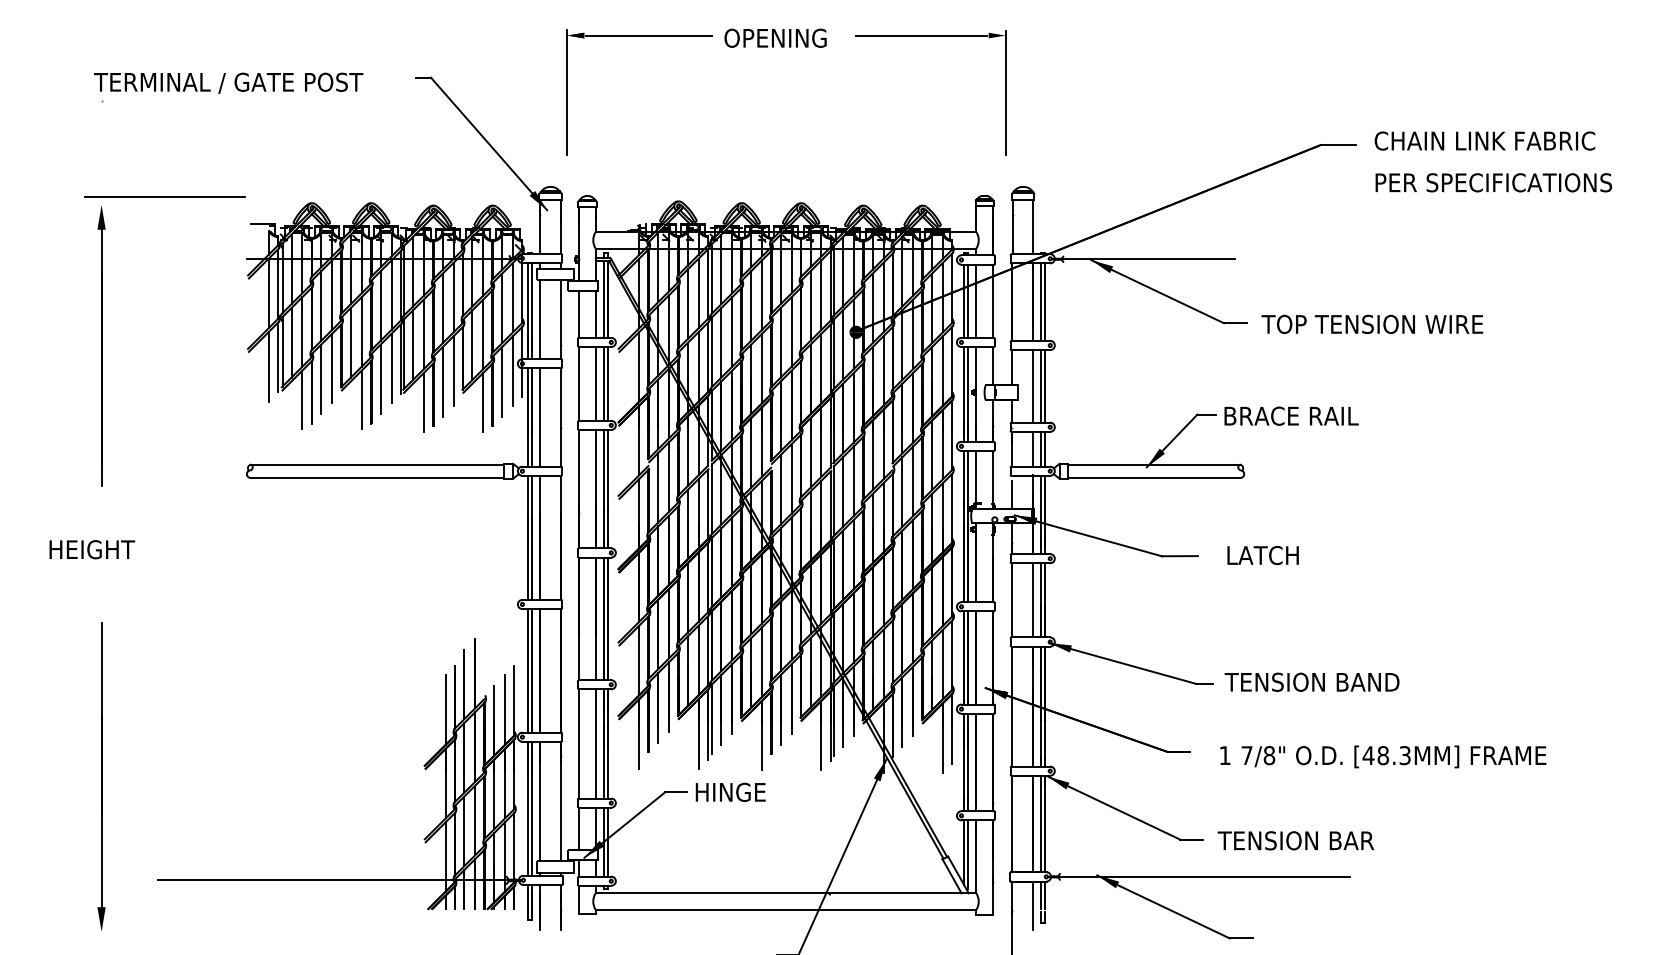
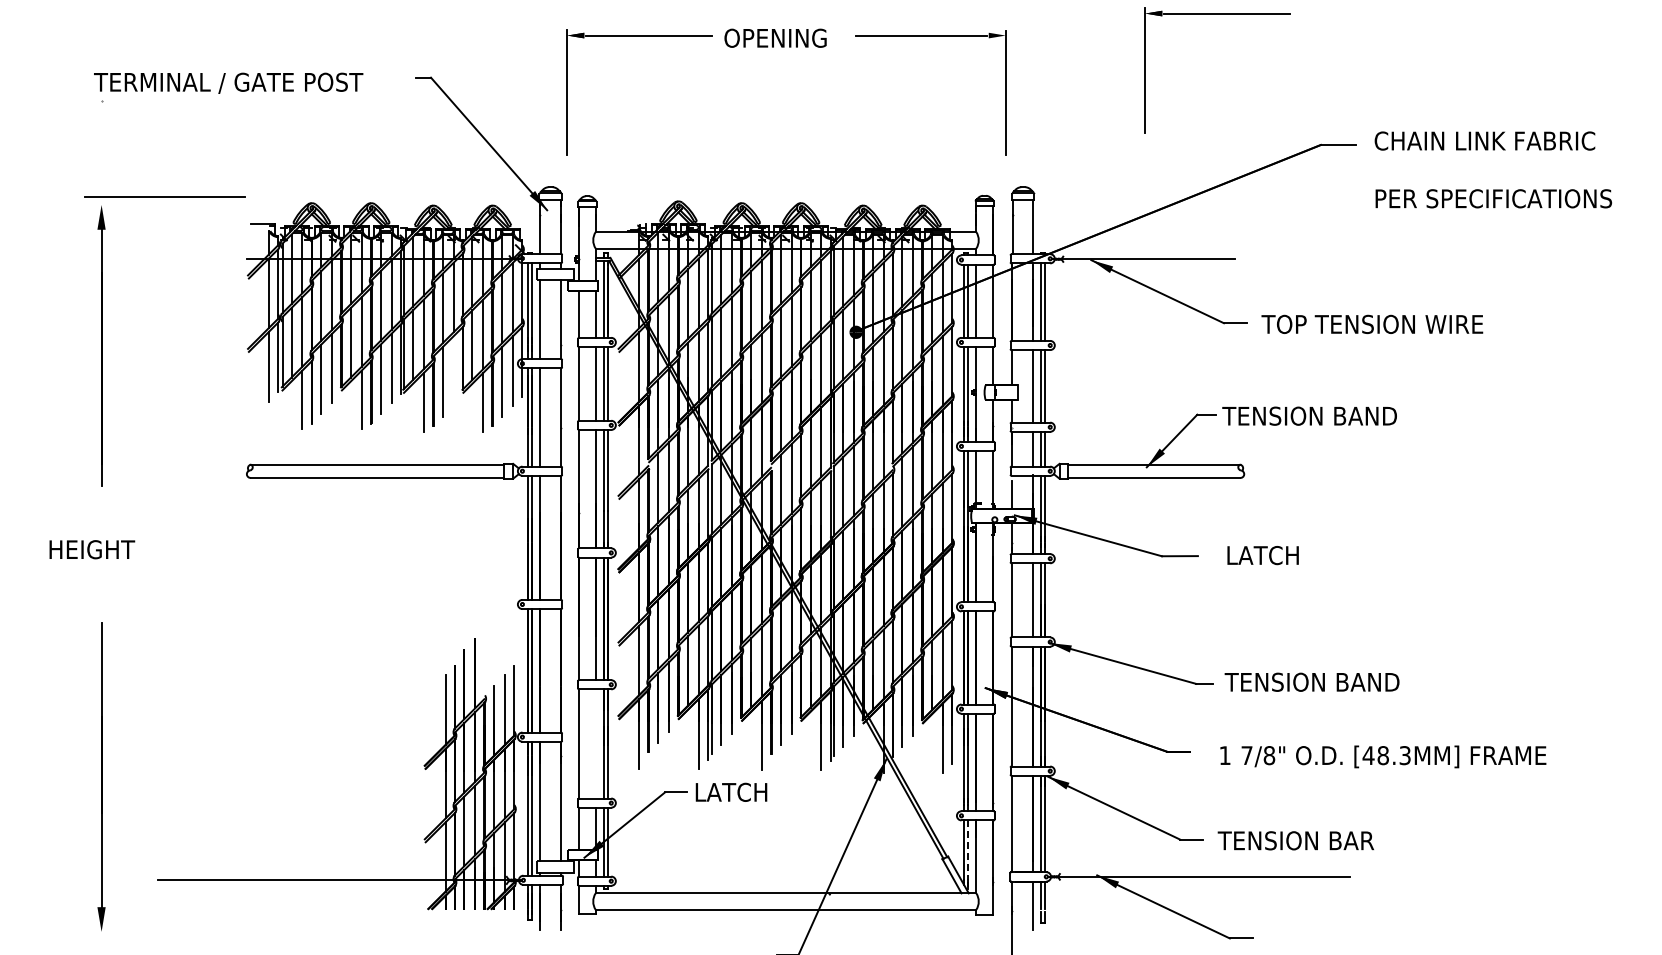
part at (1217, 14): none -> present
text at (1493, 182) position: (1493, 182) -> (1493, 198)
line at (453, 370): present -> none
text at (1309, 415): BRACE RAIL -> TENSION BAND
line at (595, 743): present -> none
text at (732, 791): HINGE -> LATCH
line at (968, 850): solid -> dashed
